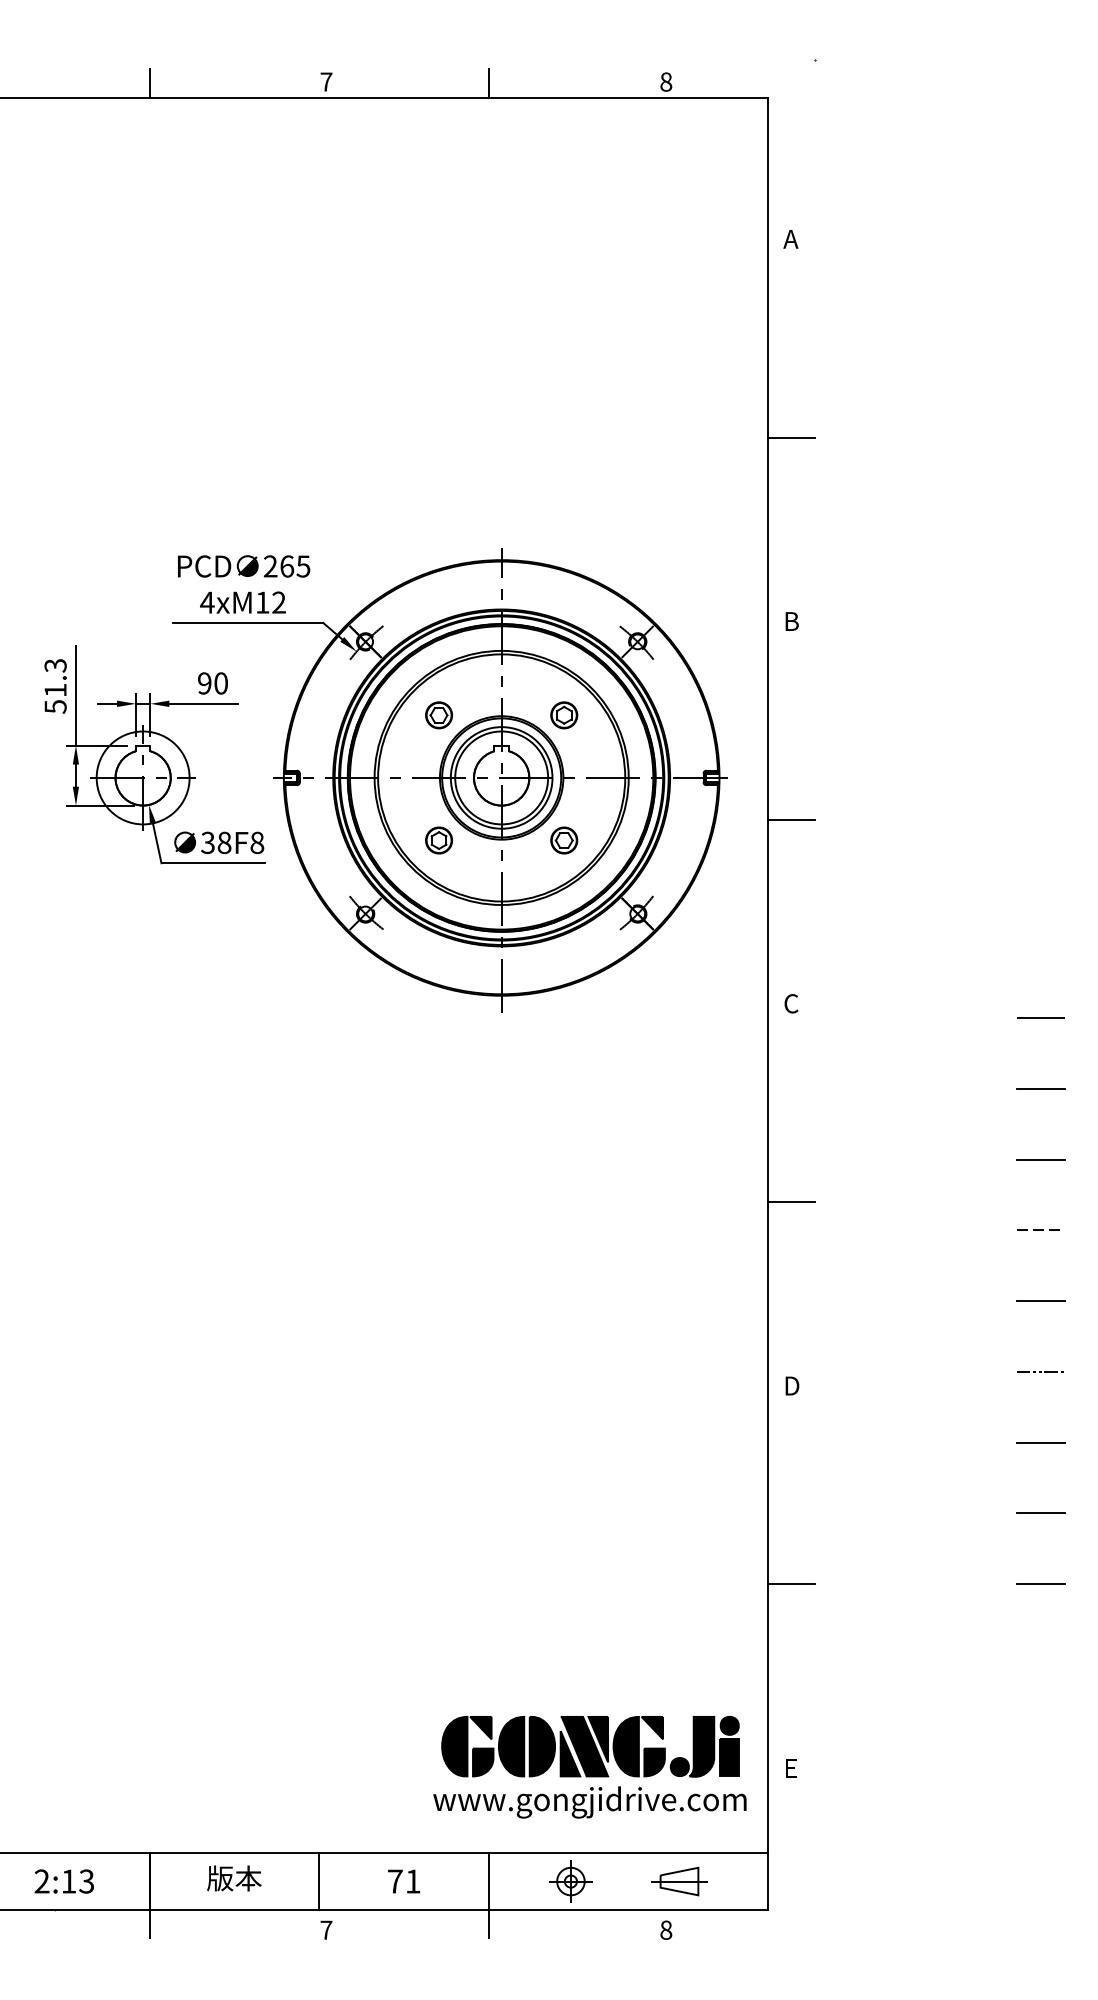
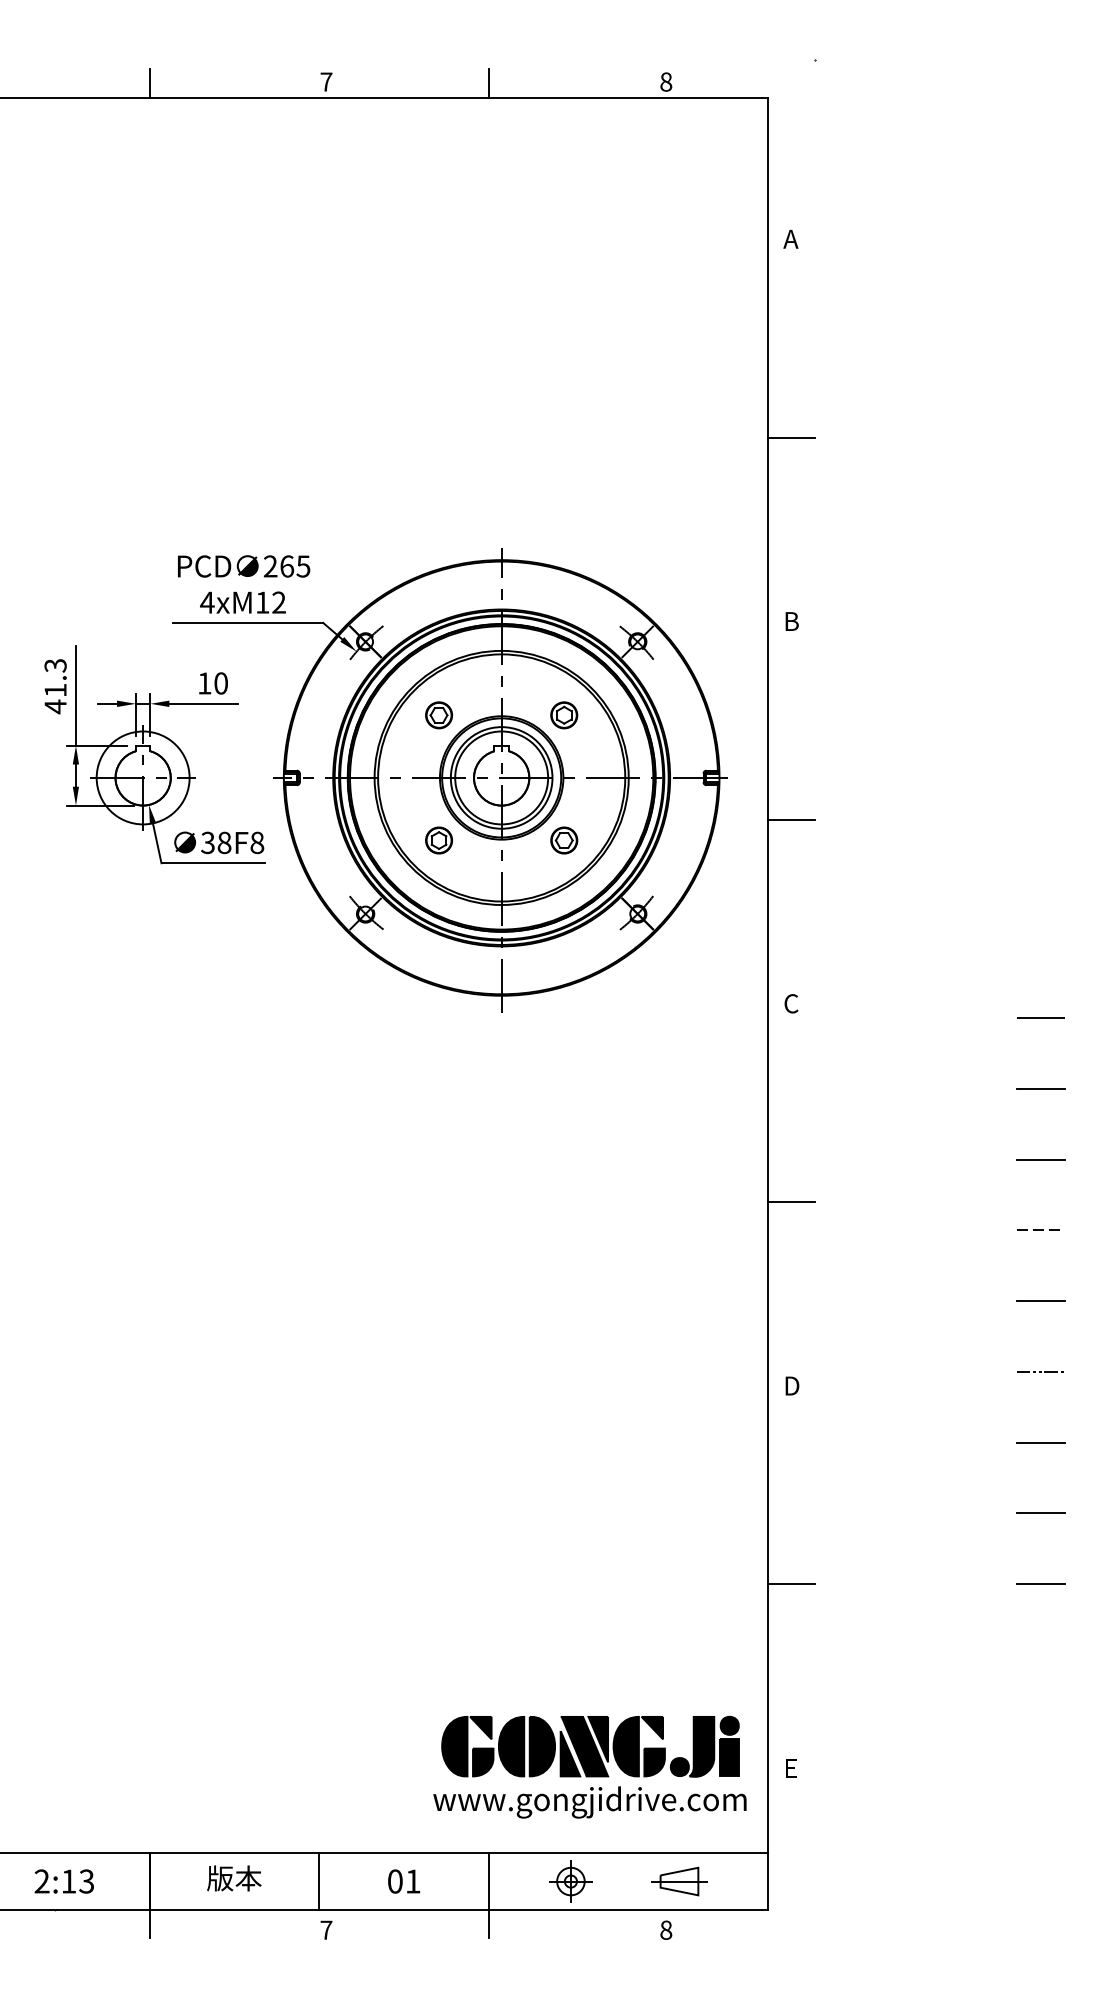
text at (204, 683): 90 -> 10
text at (55, 706): 51.3 -> 41.3
text at (395, 1881): 71 -> 01
